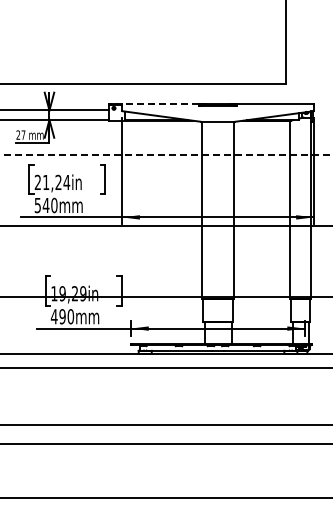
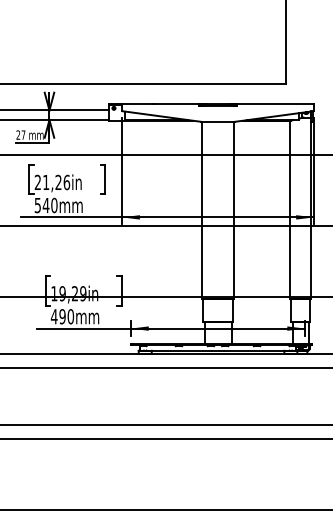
line at (160, 104): dashed -> solid
line at (166, 155): dashed -> solid
text at (66, 182): 21,24in -> 21,26in
line at (165, 444) position: (165, 444) -> (165, 439)
line at (165, 498) position: (165, 498) -> (165, 510)
